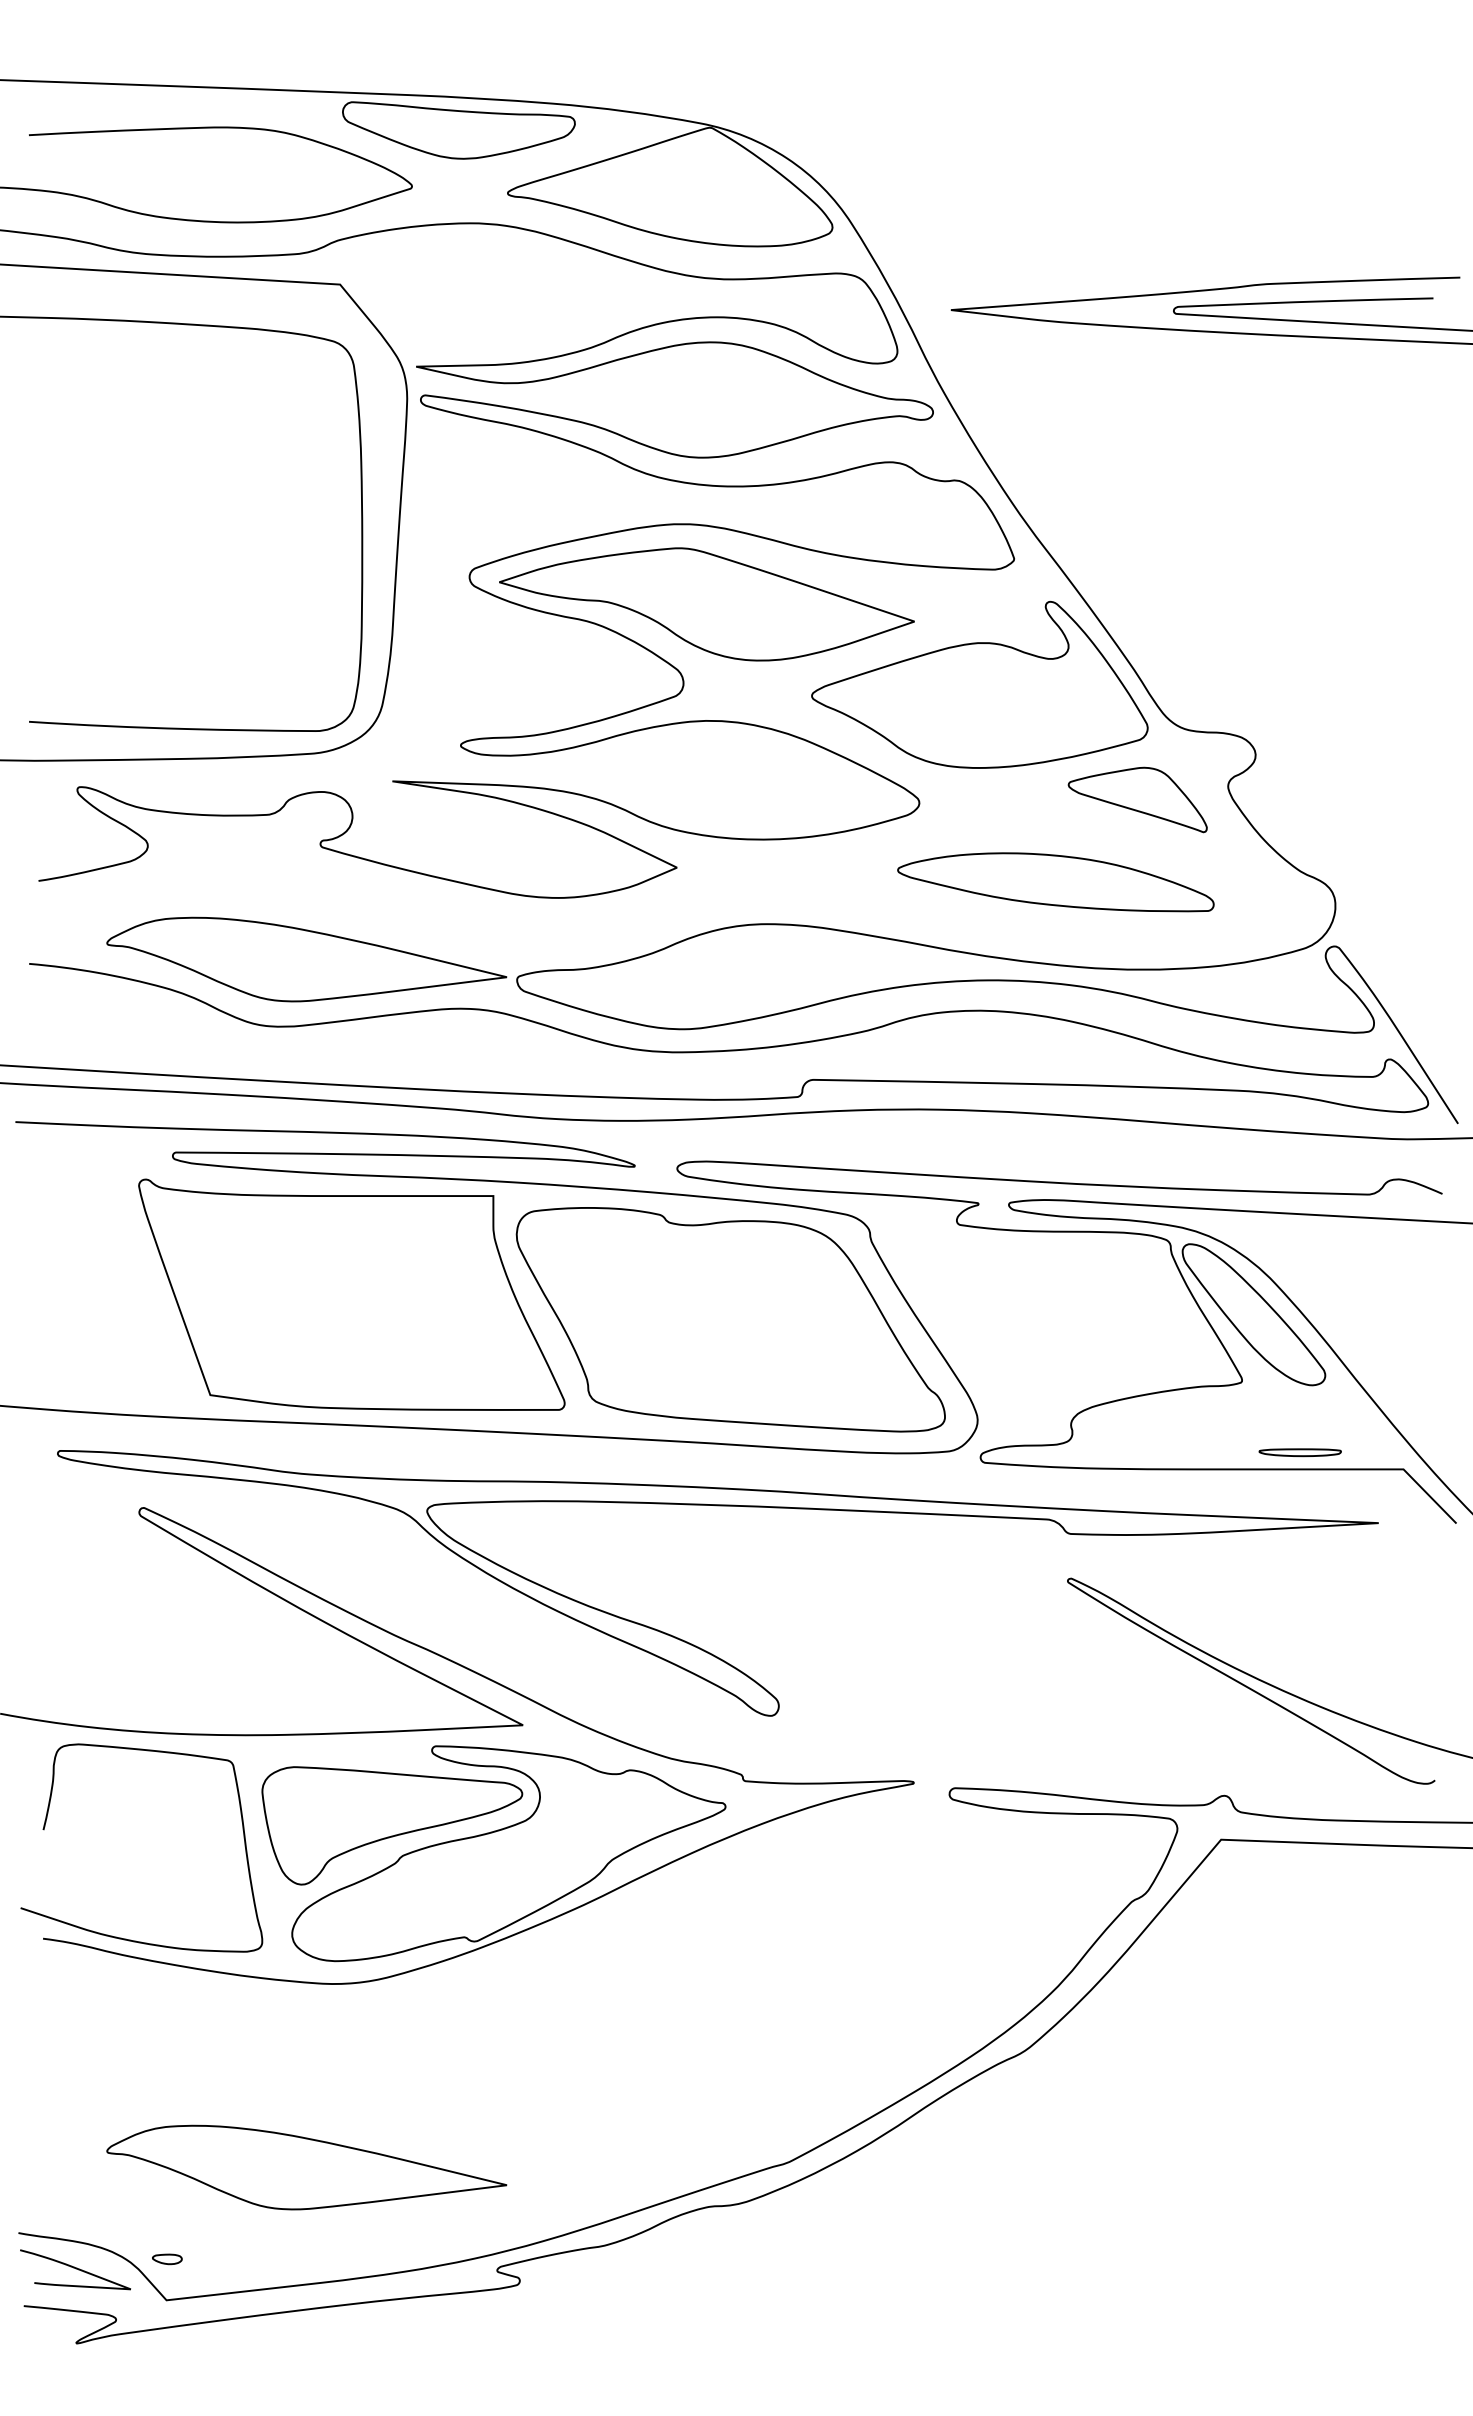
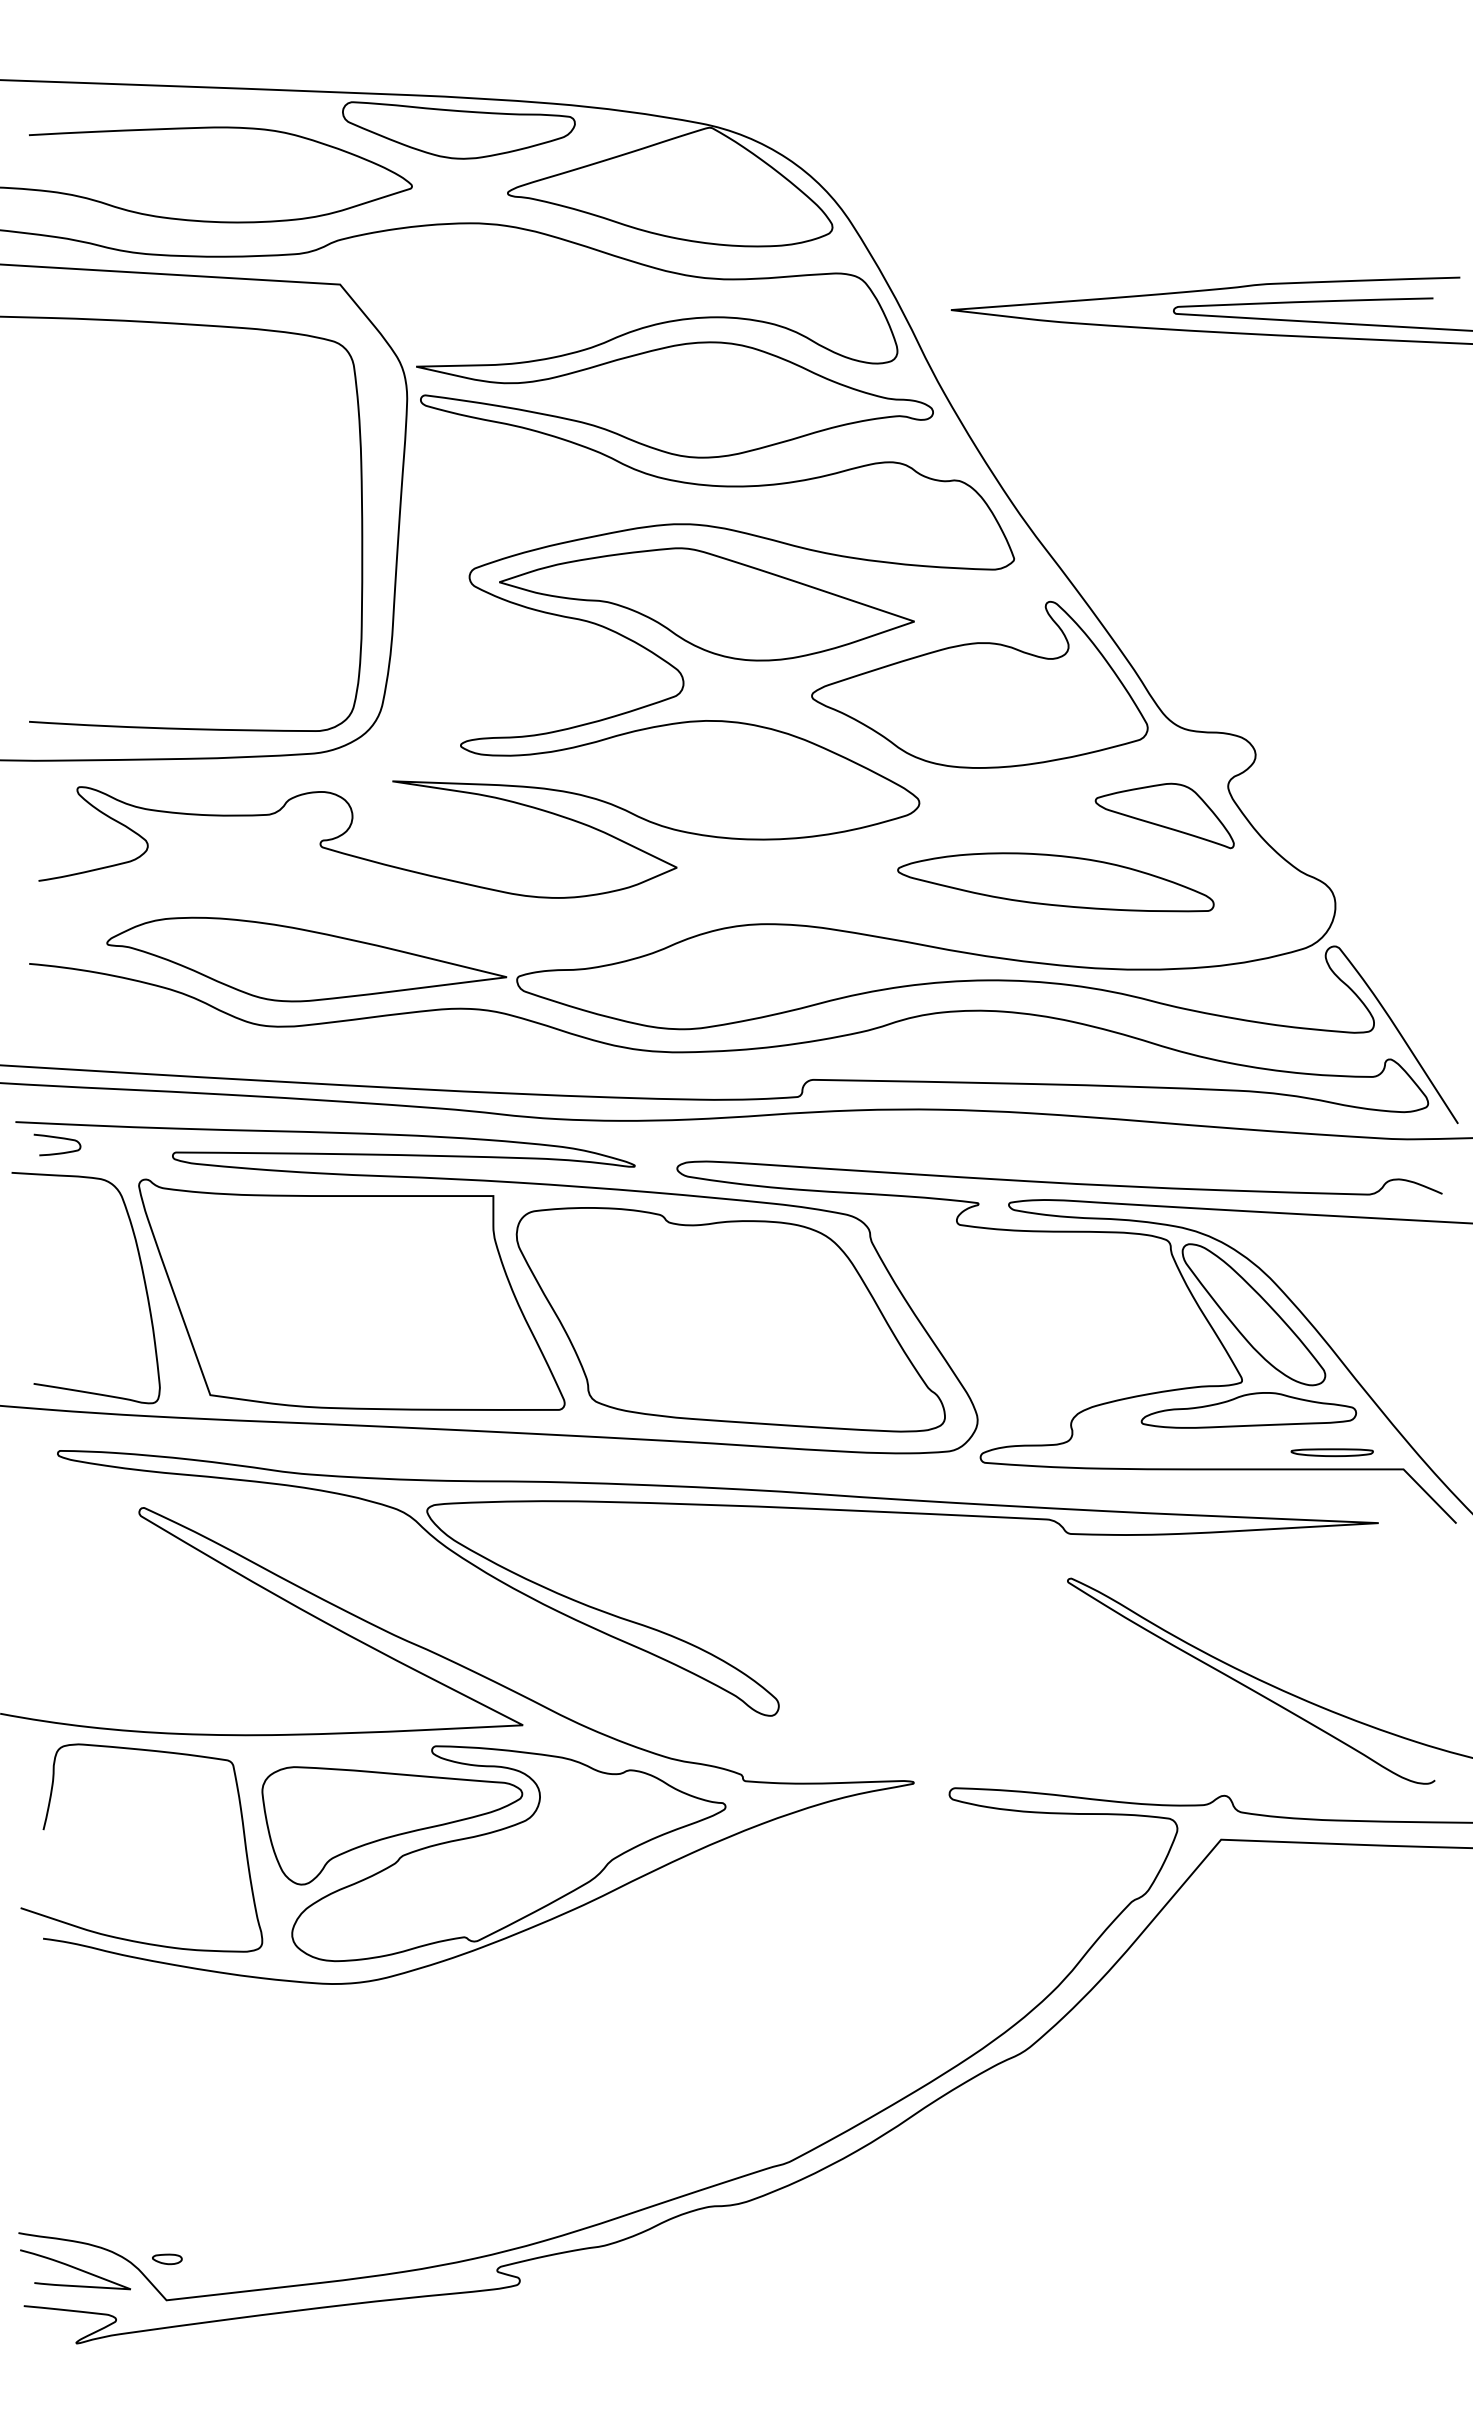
part at (1137, 799) position: (1137, 799) -> (1164, 815)
curve at (57, 1138): none -> present
curve at (142, 1276): none -> present
part at (1248, 1410): none -> present
part at (1299, 1452) position: (1299, 1452) -> (1331, 1452)
part at (306, 2167): present -> none
